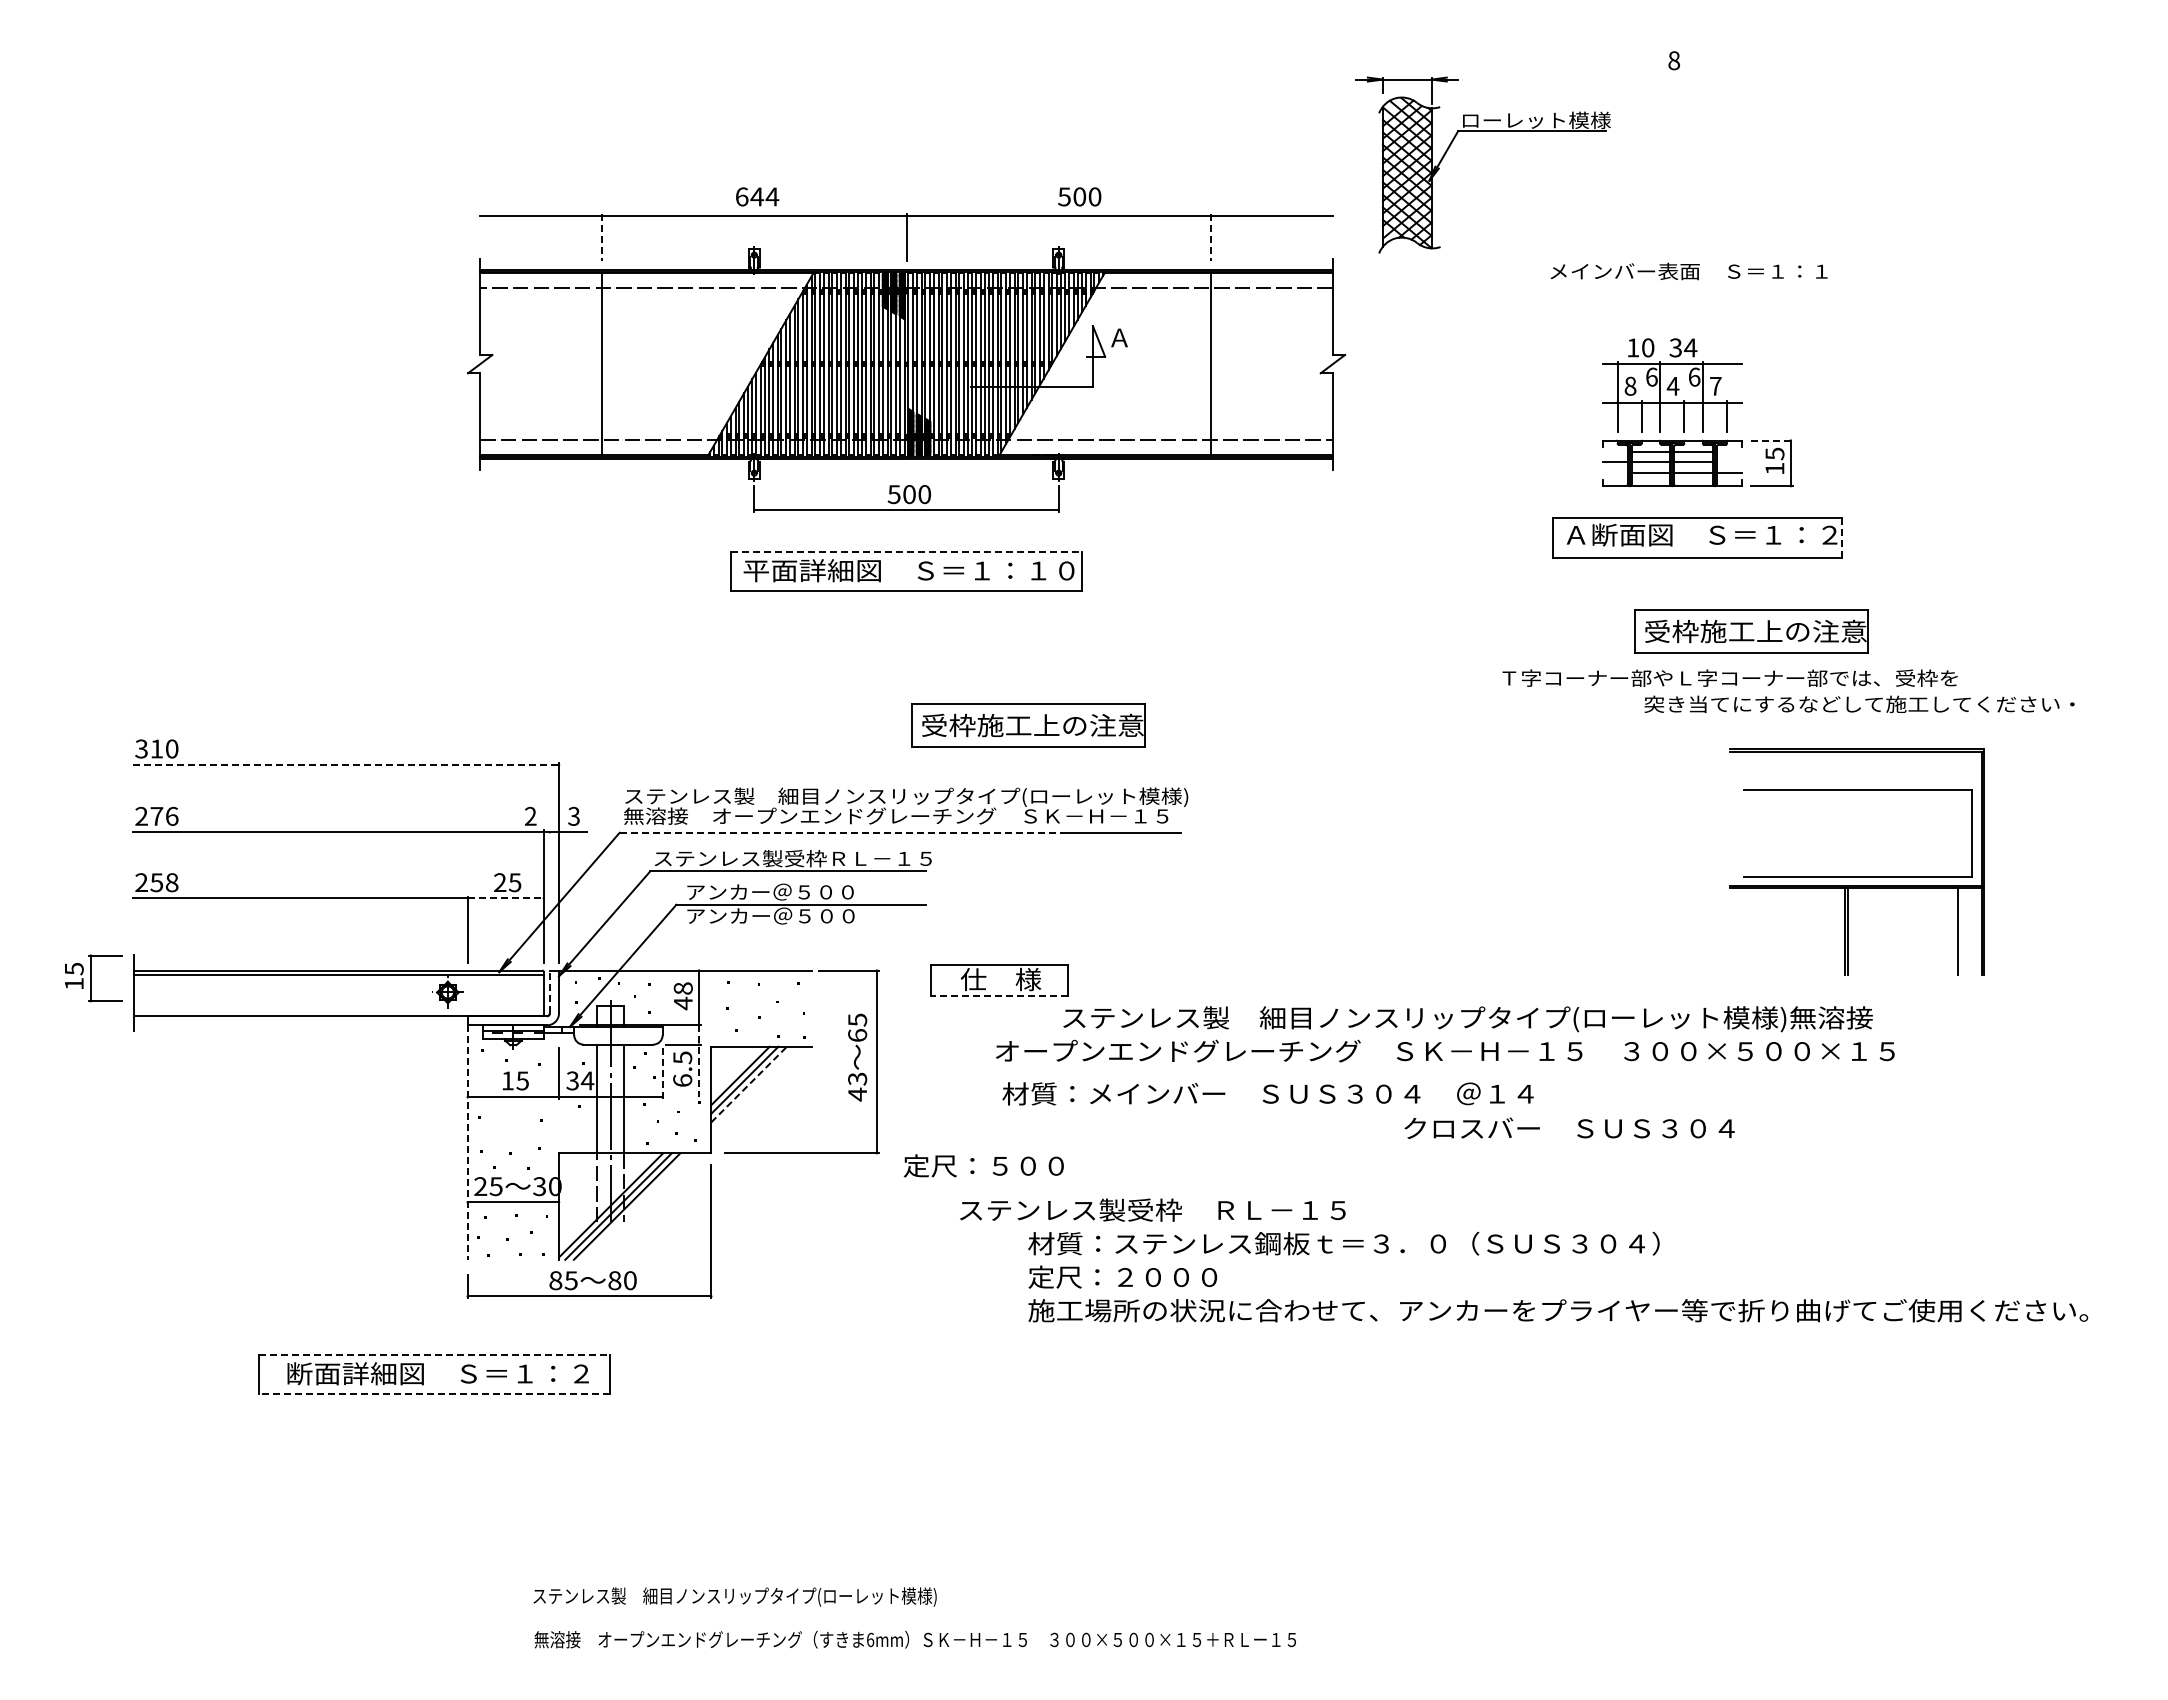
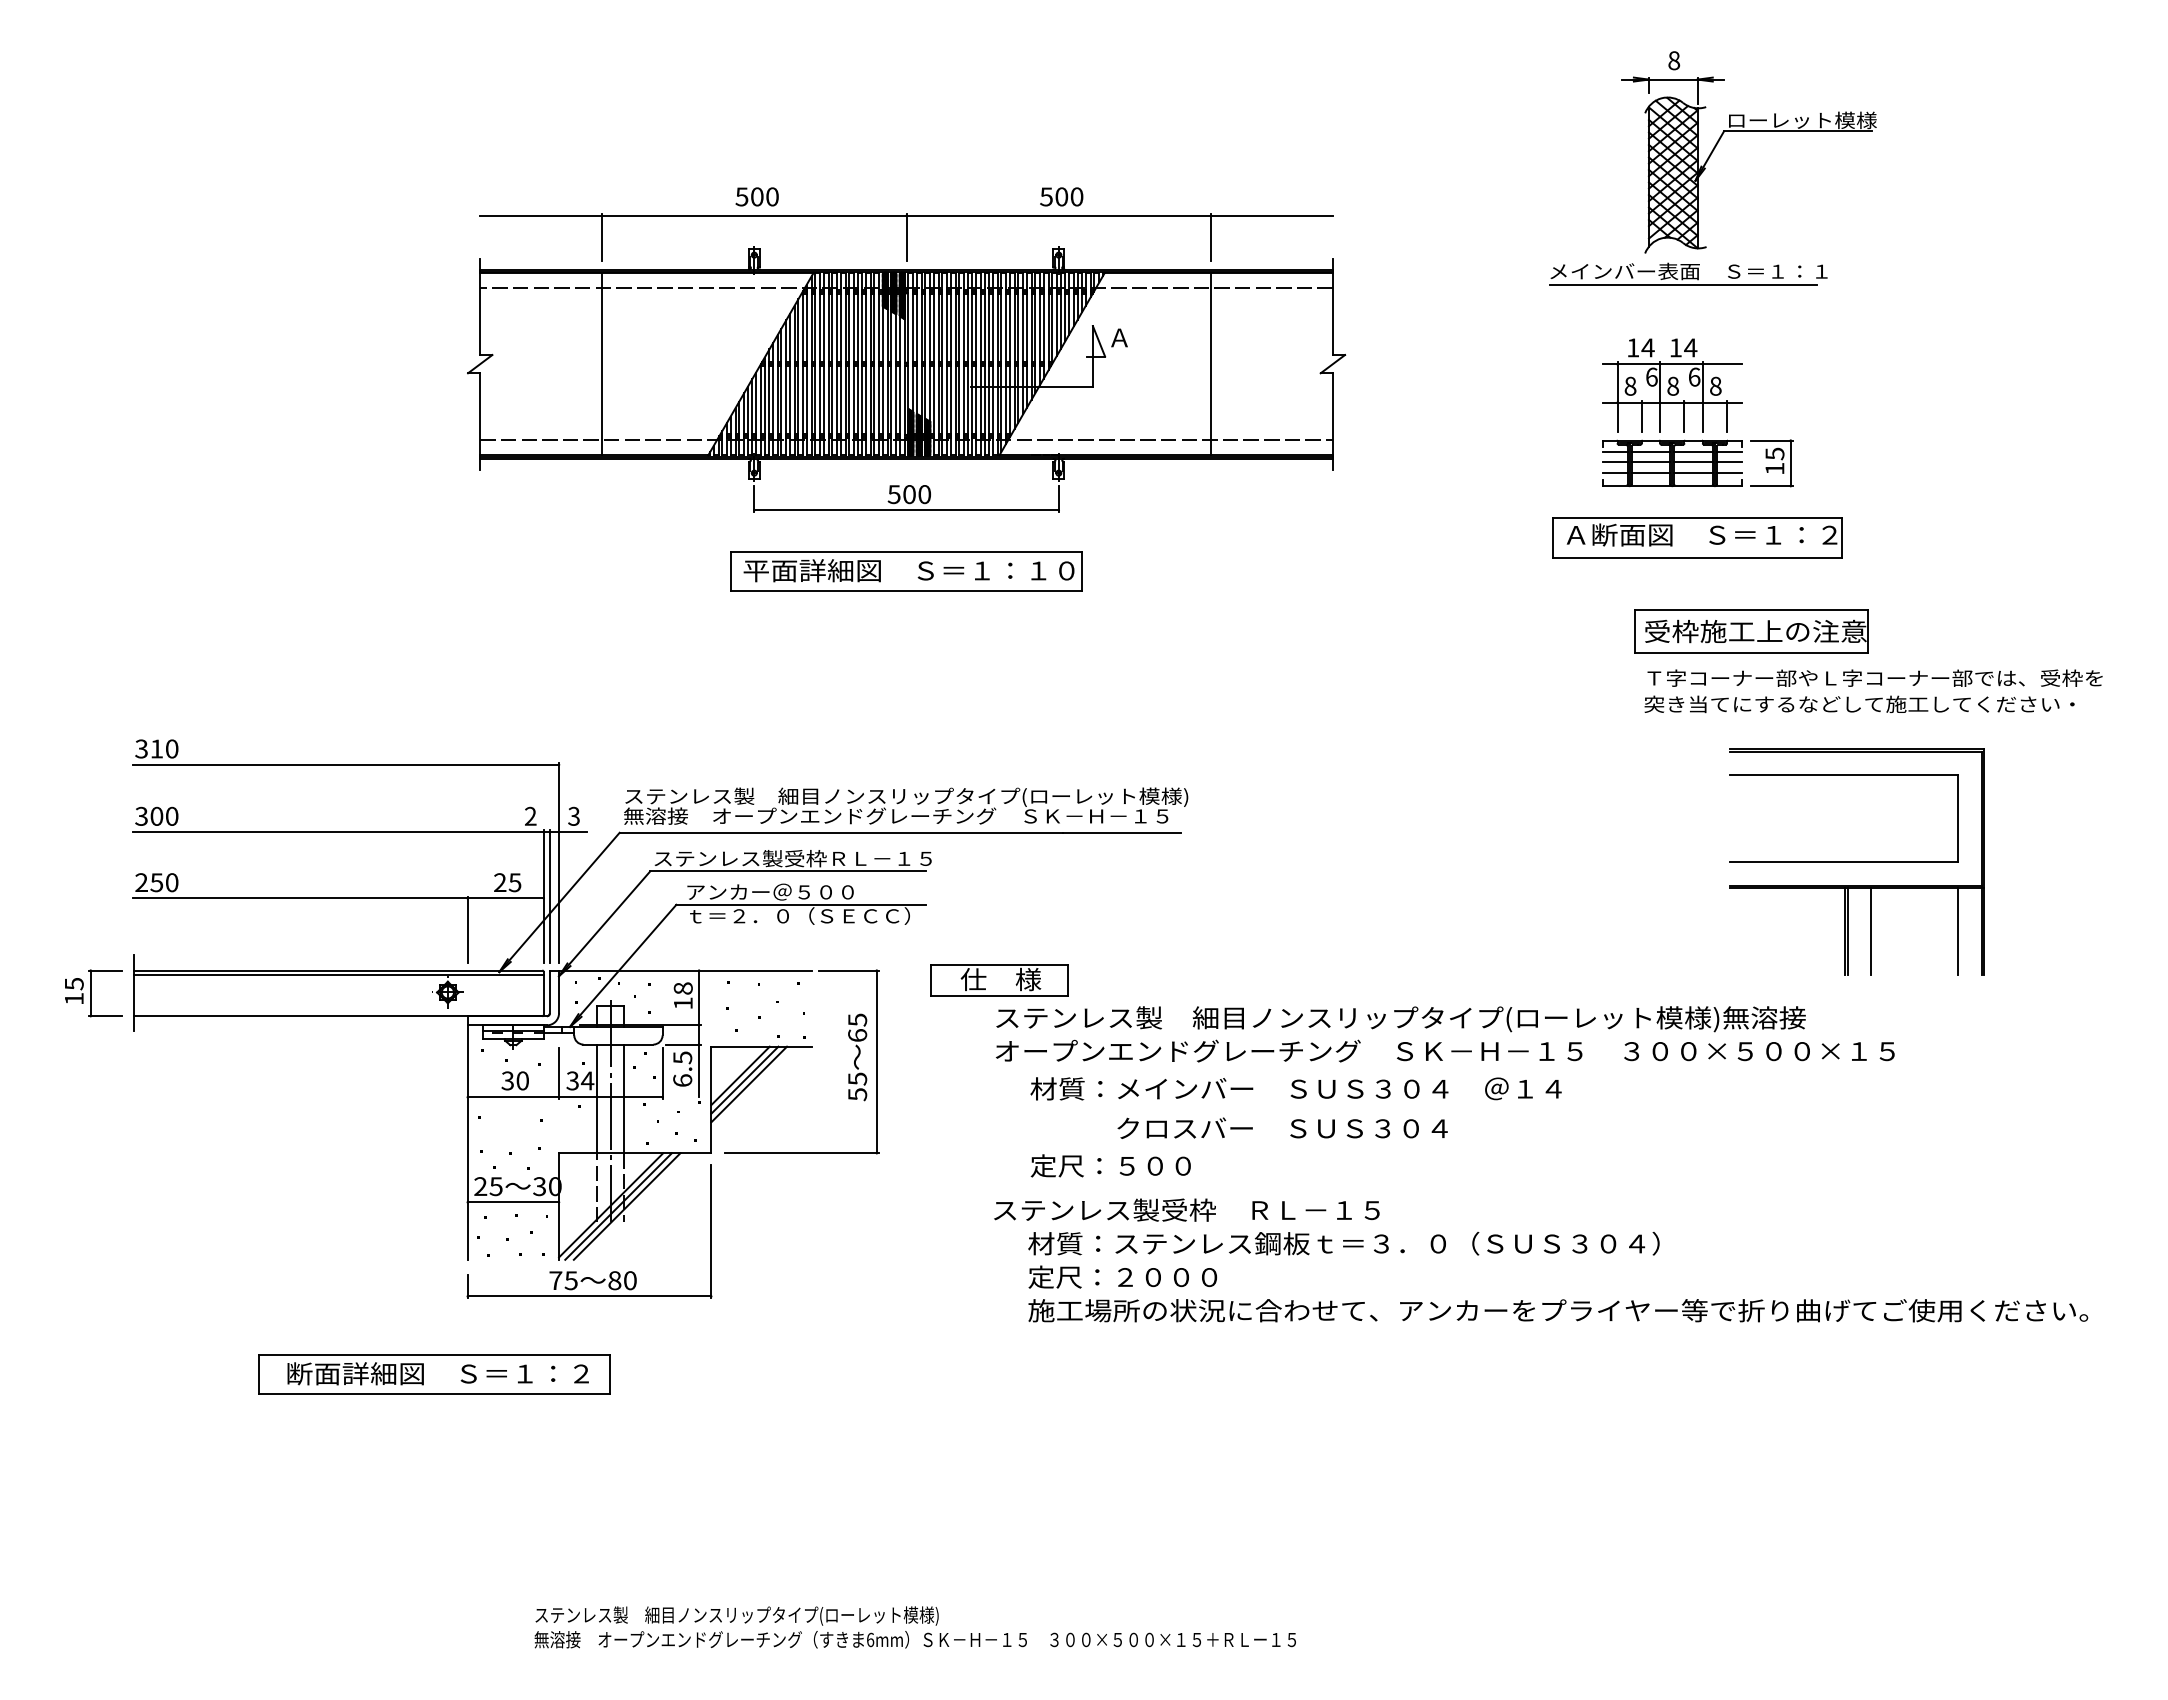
part at (1482, 131) position: (1482, 131) -> (1748, 131)
text at (757, 196): 644 -> 500
text at (1079, 196) position: (1079, 196) -> (1061, 196)
line at (602, 237): dashed -> solid
line at (1211, 237): dashed -> solid
line at (1682, 285): none -> present
text at (1647, 347): 10 -> 14
text at (1675, 347): 34 -> 14
text at (1672, 385): 4 -> 8
text at (1715, 385): 7 -> 8
line at (1771, 440): dashed -> solid
line at (1614, 451): none -> present
line at (1729, 451): none -> present
line at (1729, 462): none -> present
line at (1614, 473): none -> present
line at (1841, 538): dashed -> solid
line at (907, 551): dashed -> solid
text at (1729, 677) position: (1729, 677) -> (1874, 677)
part at (1028, 725): present -> none
line at (346, 764): dashed -> solid
part at (1857, 790) position: (1857, 790) -> (1843, 775)
text at (156, 815): 276 -> 300
line at (841, 832): dashed -> solid
text at (171, 882): 258 -> 250
line at (549, 896): none -> present
line at (506, 898): dashed -> solid
text at (798, 915): アンカー＠５００ -> ｔ＝２．０（ＳＥＣＣ）
line at (1871, 931): none -> present
part at (93, 978) position: (93, 978) -> (93, 993)
line at (549, 991): dashed -> solid
line at (999, 995): dashed -> solid
text at (683, 1003): 48 -> 18
text at (1467, 1019) position: (1467, 1019) -> (1400, 1019)
line at (699, 1060): dashed -> solid
line at (662, 1073): dashed -> solid
text at (514, 1080): 15 -> 30
line at (749, 1084): dashed -> solid
text at (857, 1086): 43 -> 55
text at (1267, 1093) position: (1267, 1093) -> (1295, 1088)
text at (1569, 1127) position: (1569, 1127) -> (1282, 1127)
line at (467, 1143): dashed -> solid
text at (983, 1165) position: (983, 1165) -> (1110, 1165)
text at (1152, 1209) position: (1152, 1209) -> (1186, 1209)
text at (555, 1280): 85 -> 75
line at (435, 1354): dashed -> solid
line at (434, 1394): dashed -> solid
text at (734, 1596) position: (734, 1596) -> (736, 1615)
